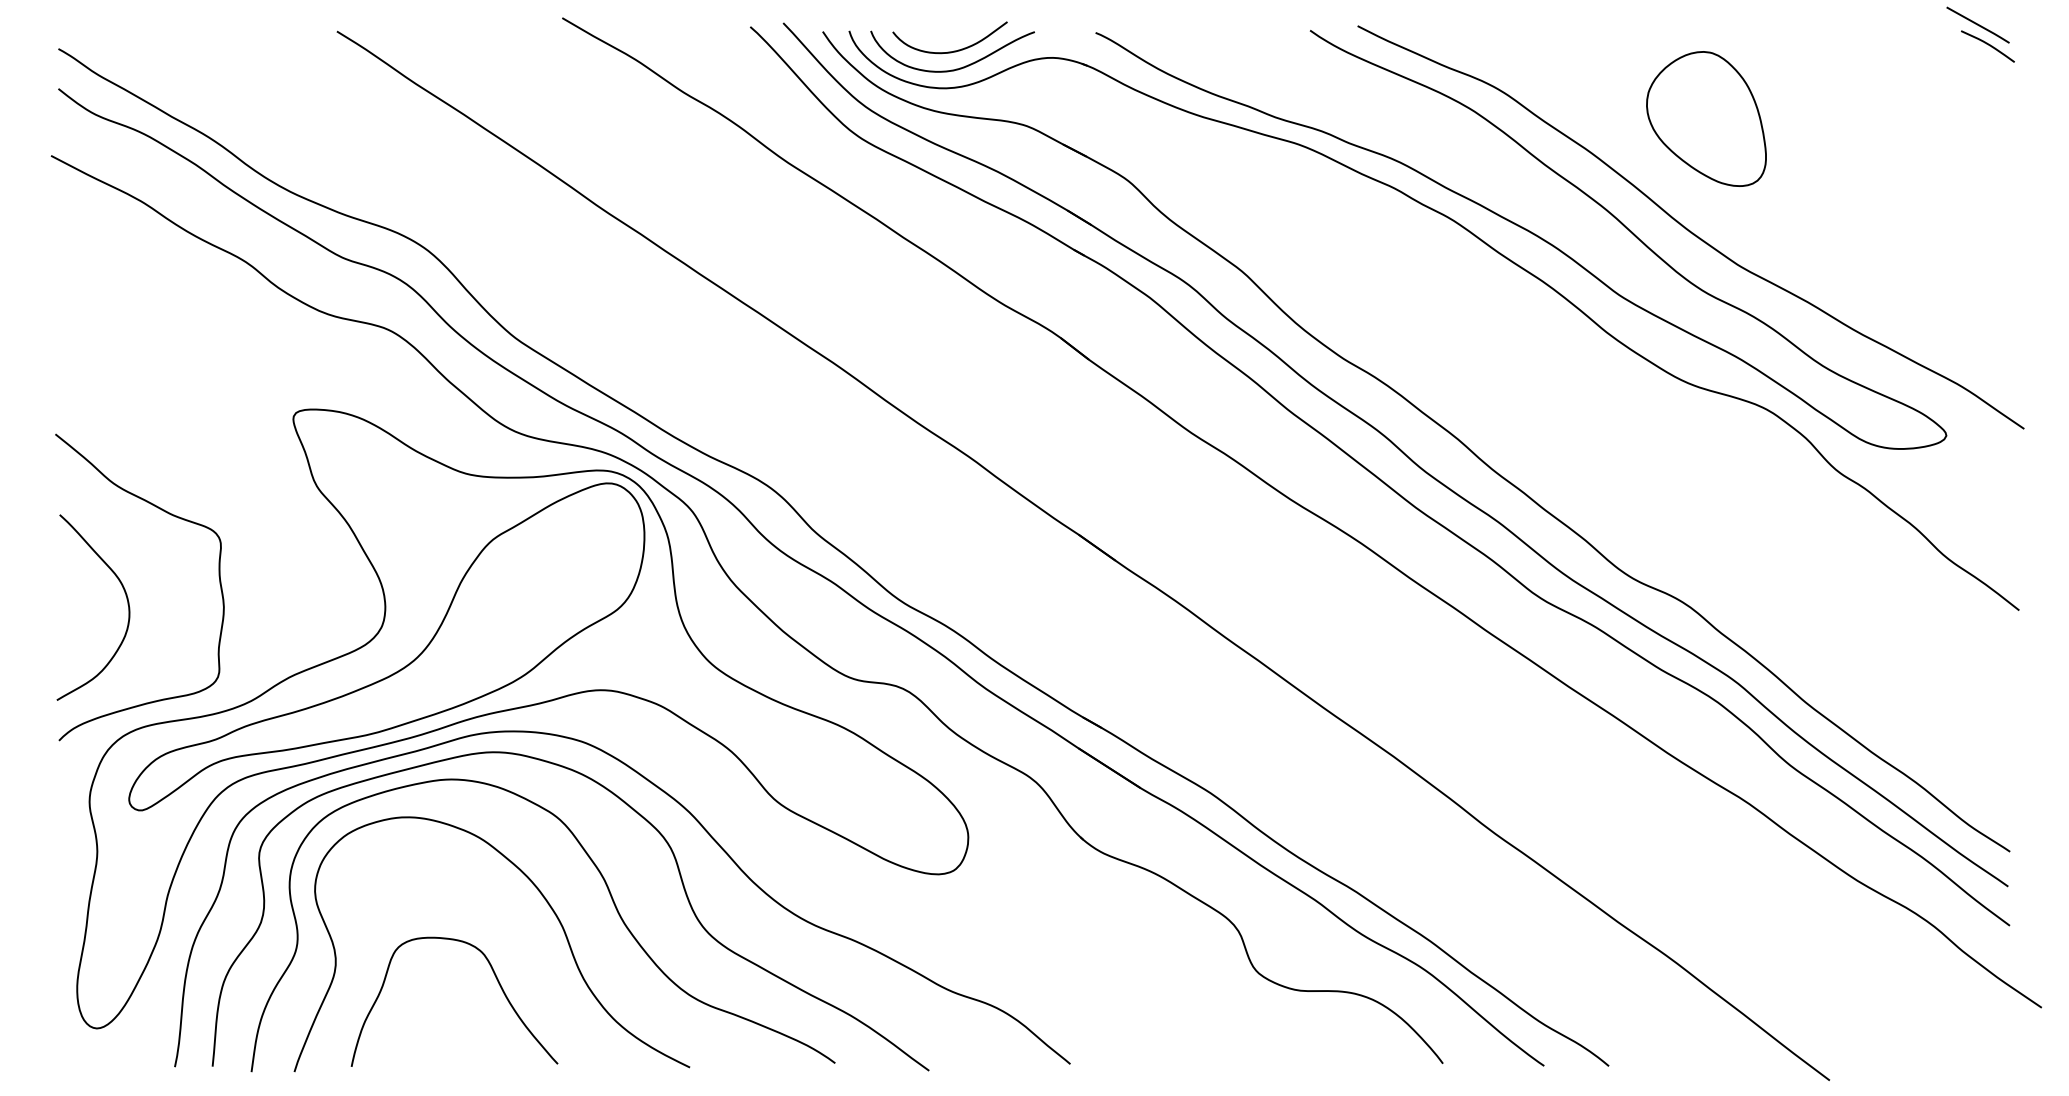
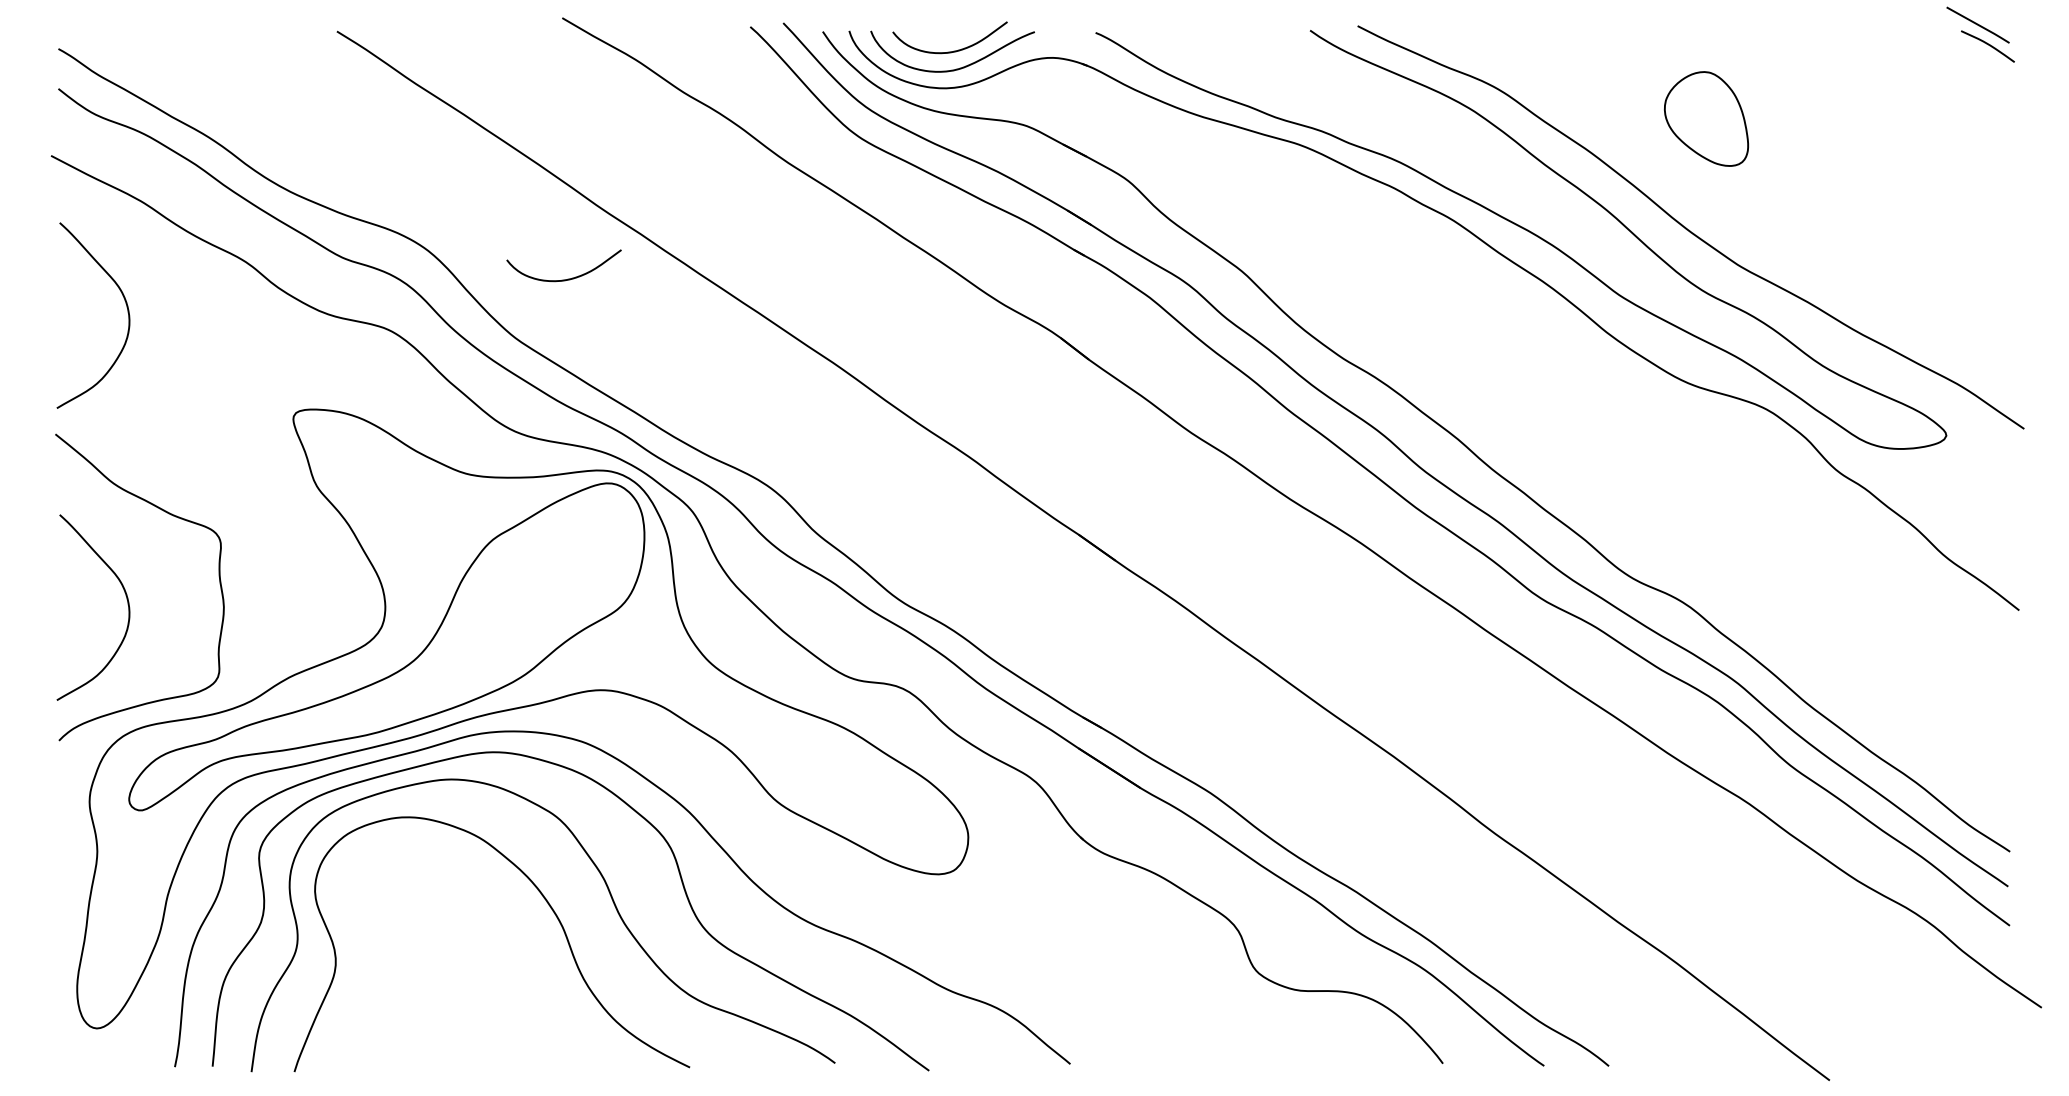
part at (1706, 118) size: 121x136 px -> 85x96 px
curve at (567, 278): none -> present
curve at (126, 307): none -> present
curve at (498, 984): present -> none
